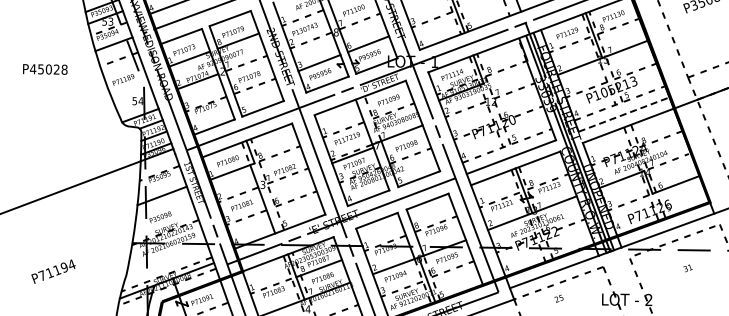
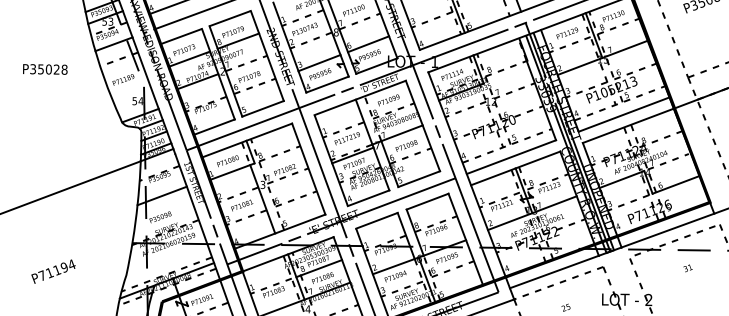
text at (32, 69): P45028 -> P35028
line at (624, 114): dashed -> solid
text at (558, 298) position: (558, 298) -> (565, 307)
